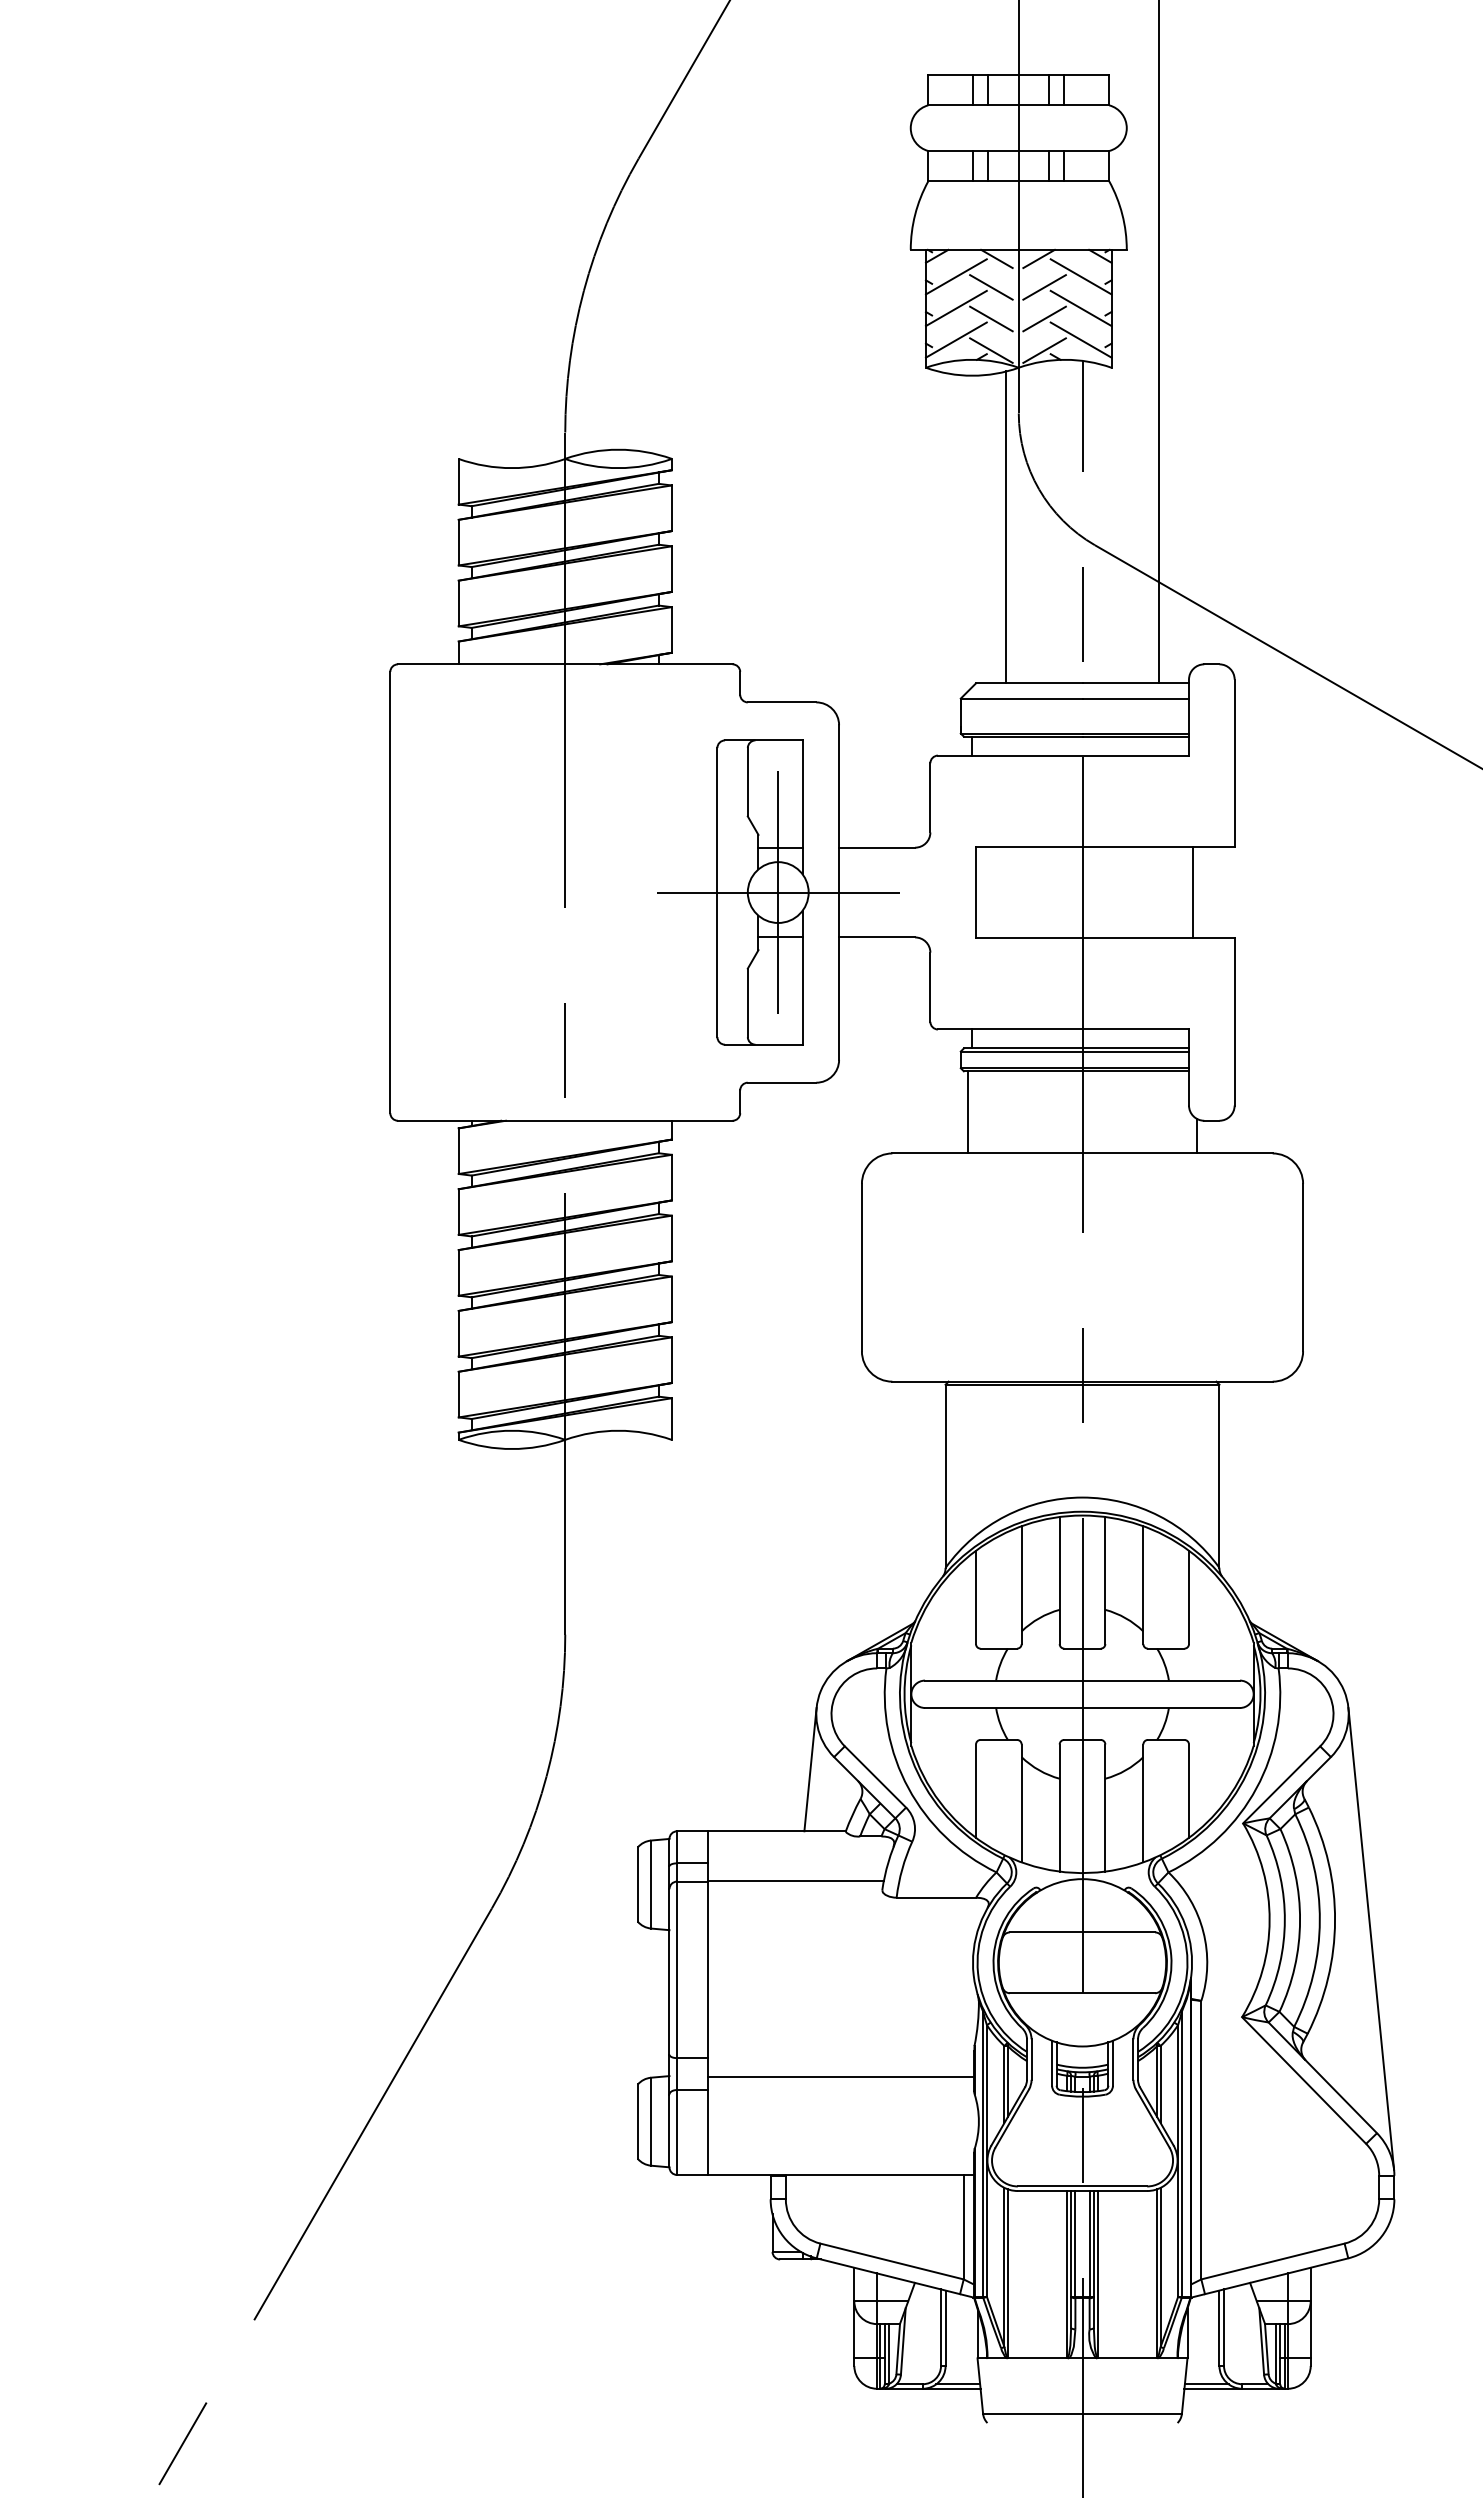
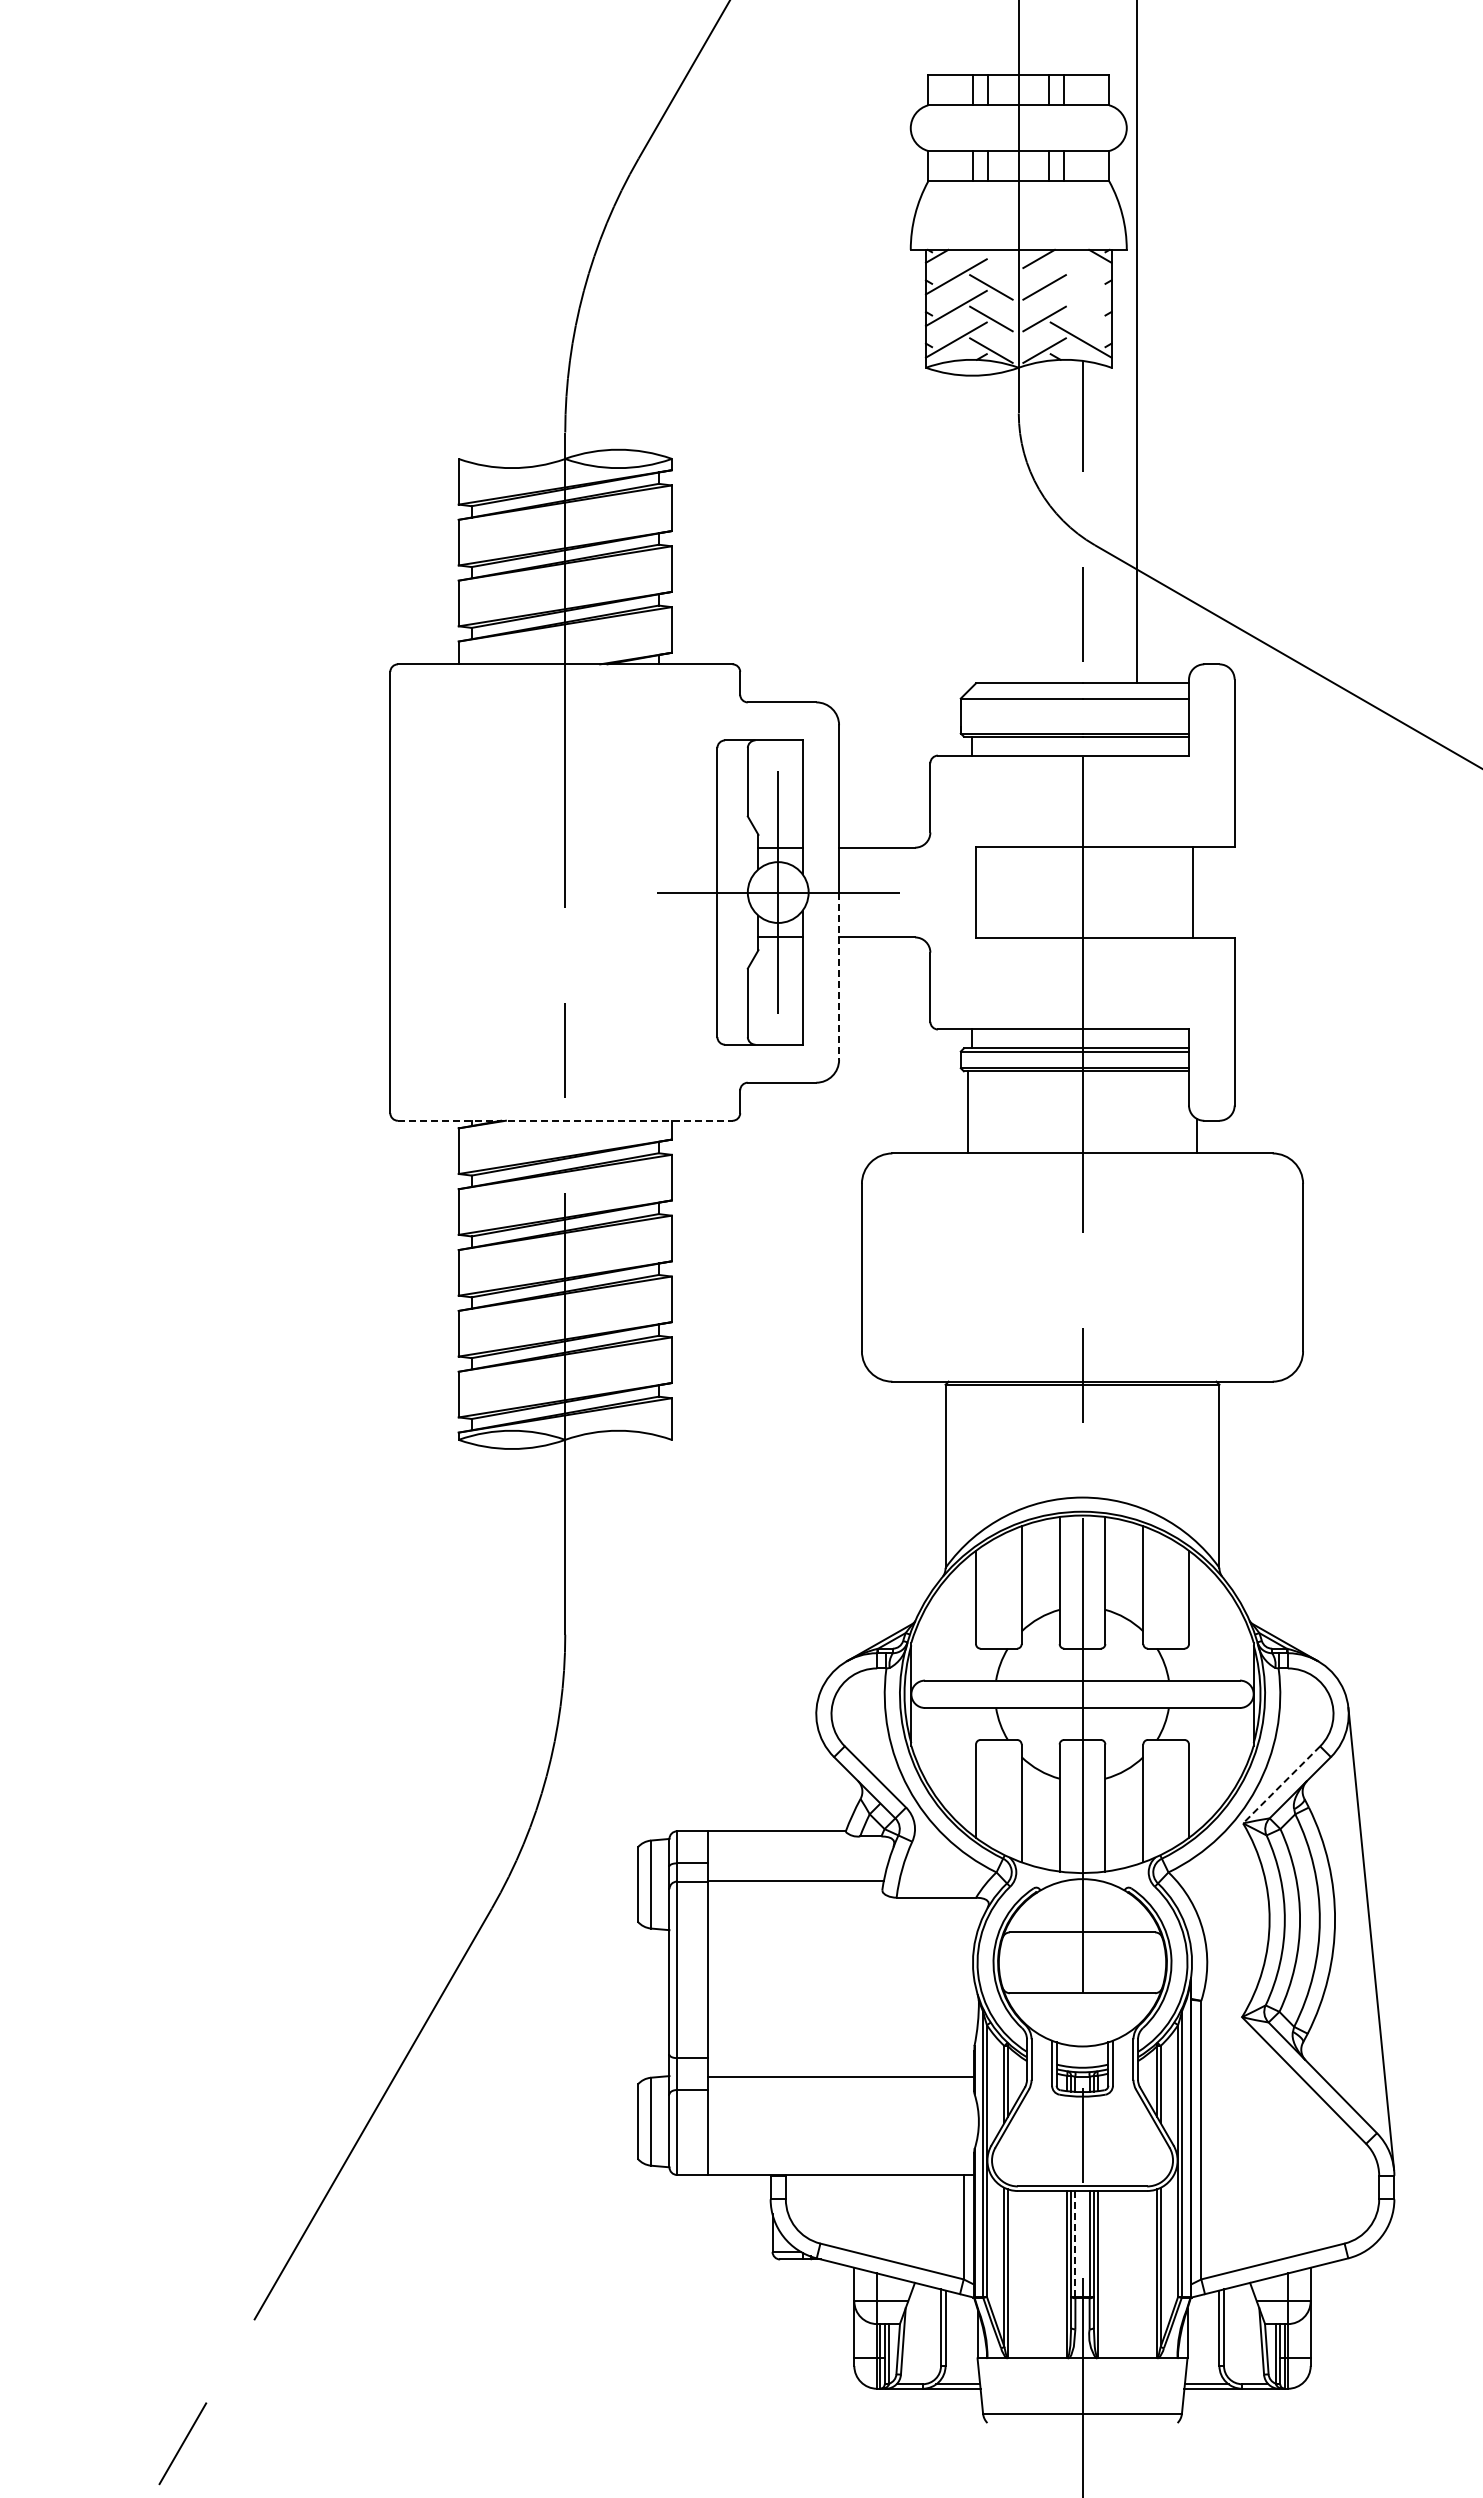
line at (996, 258): present -> none
line at (1080, 276): present -> none
line at (1080, 308): present -> none
line at (1158, 342) position: (1158, 342) -> (1136, 342)
line at (1006, 527): present -> none
line at (839, 976): solid -> dashed
line at (565, 1120): solid -> dashed
line at (810, 1769): present -> none
line at (1281, 1785): solid -> dashed
line at (1075, 2243): solid -> dashed
